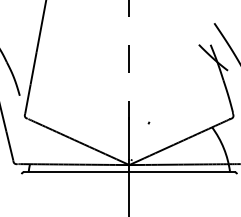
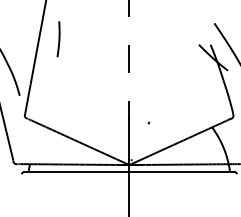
line at (58, 39): none -> present
